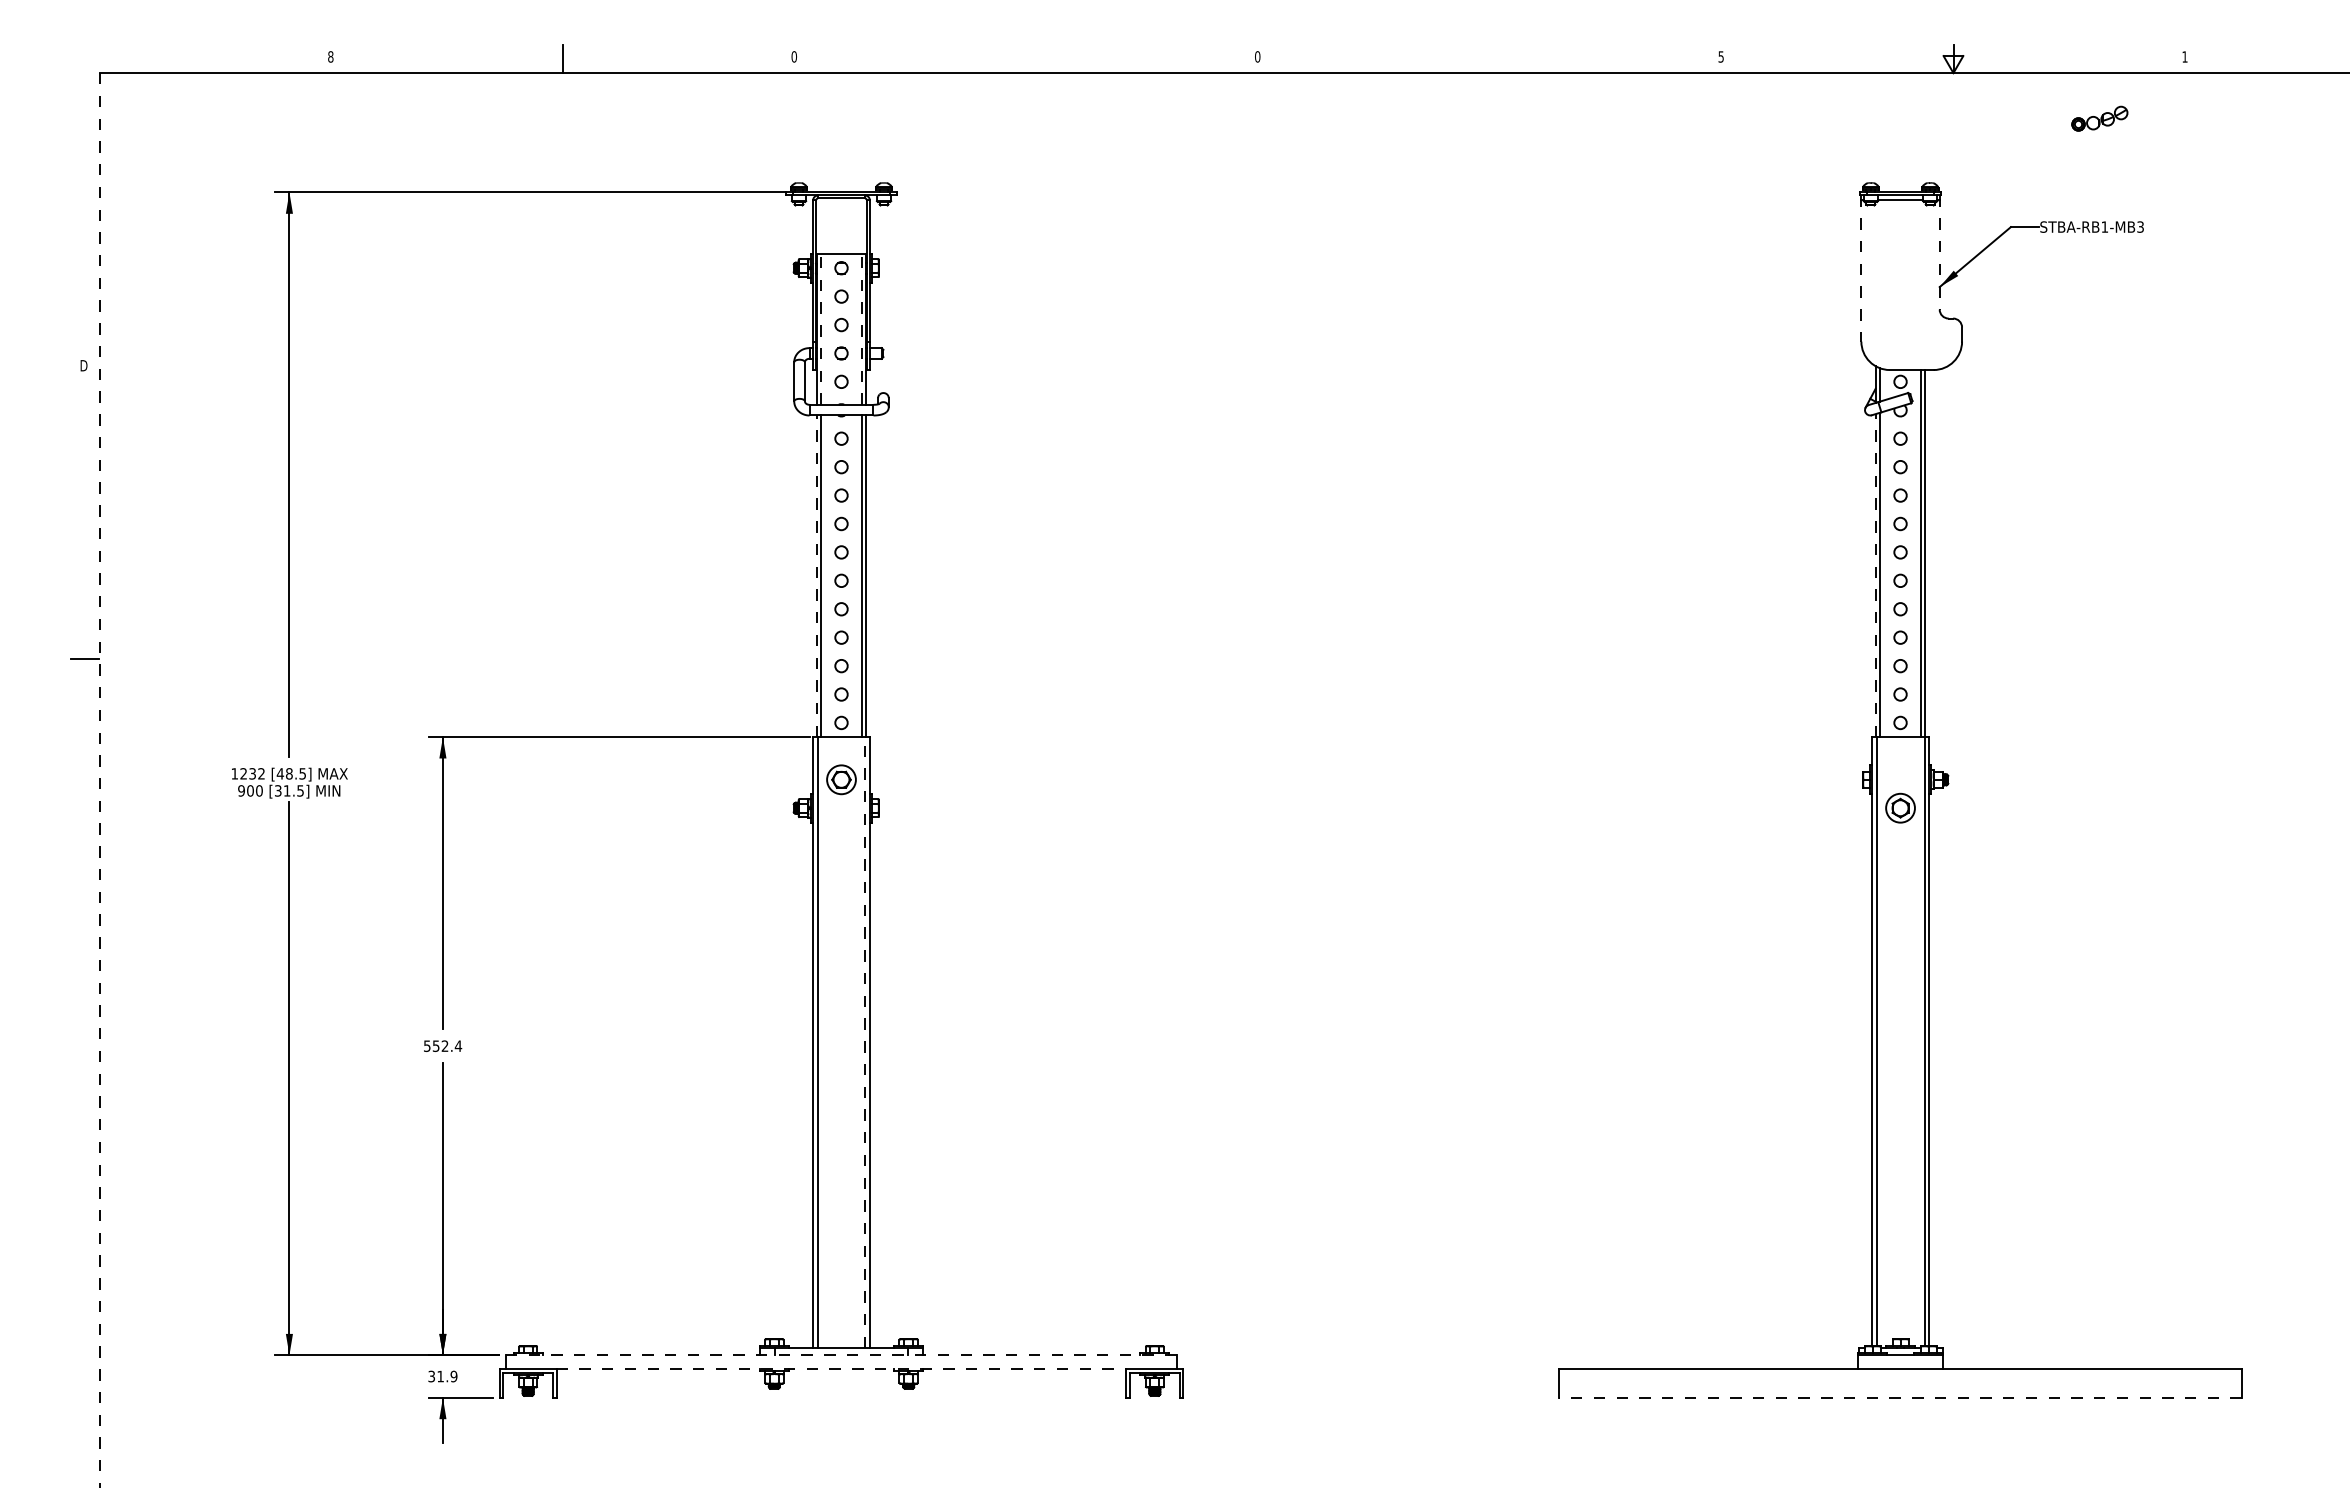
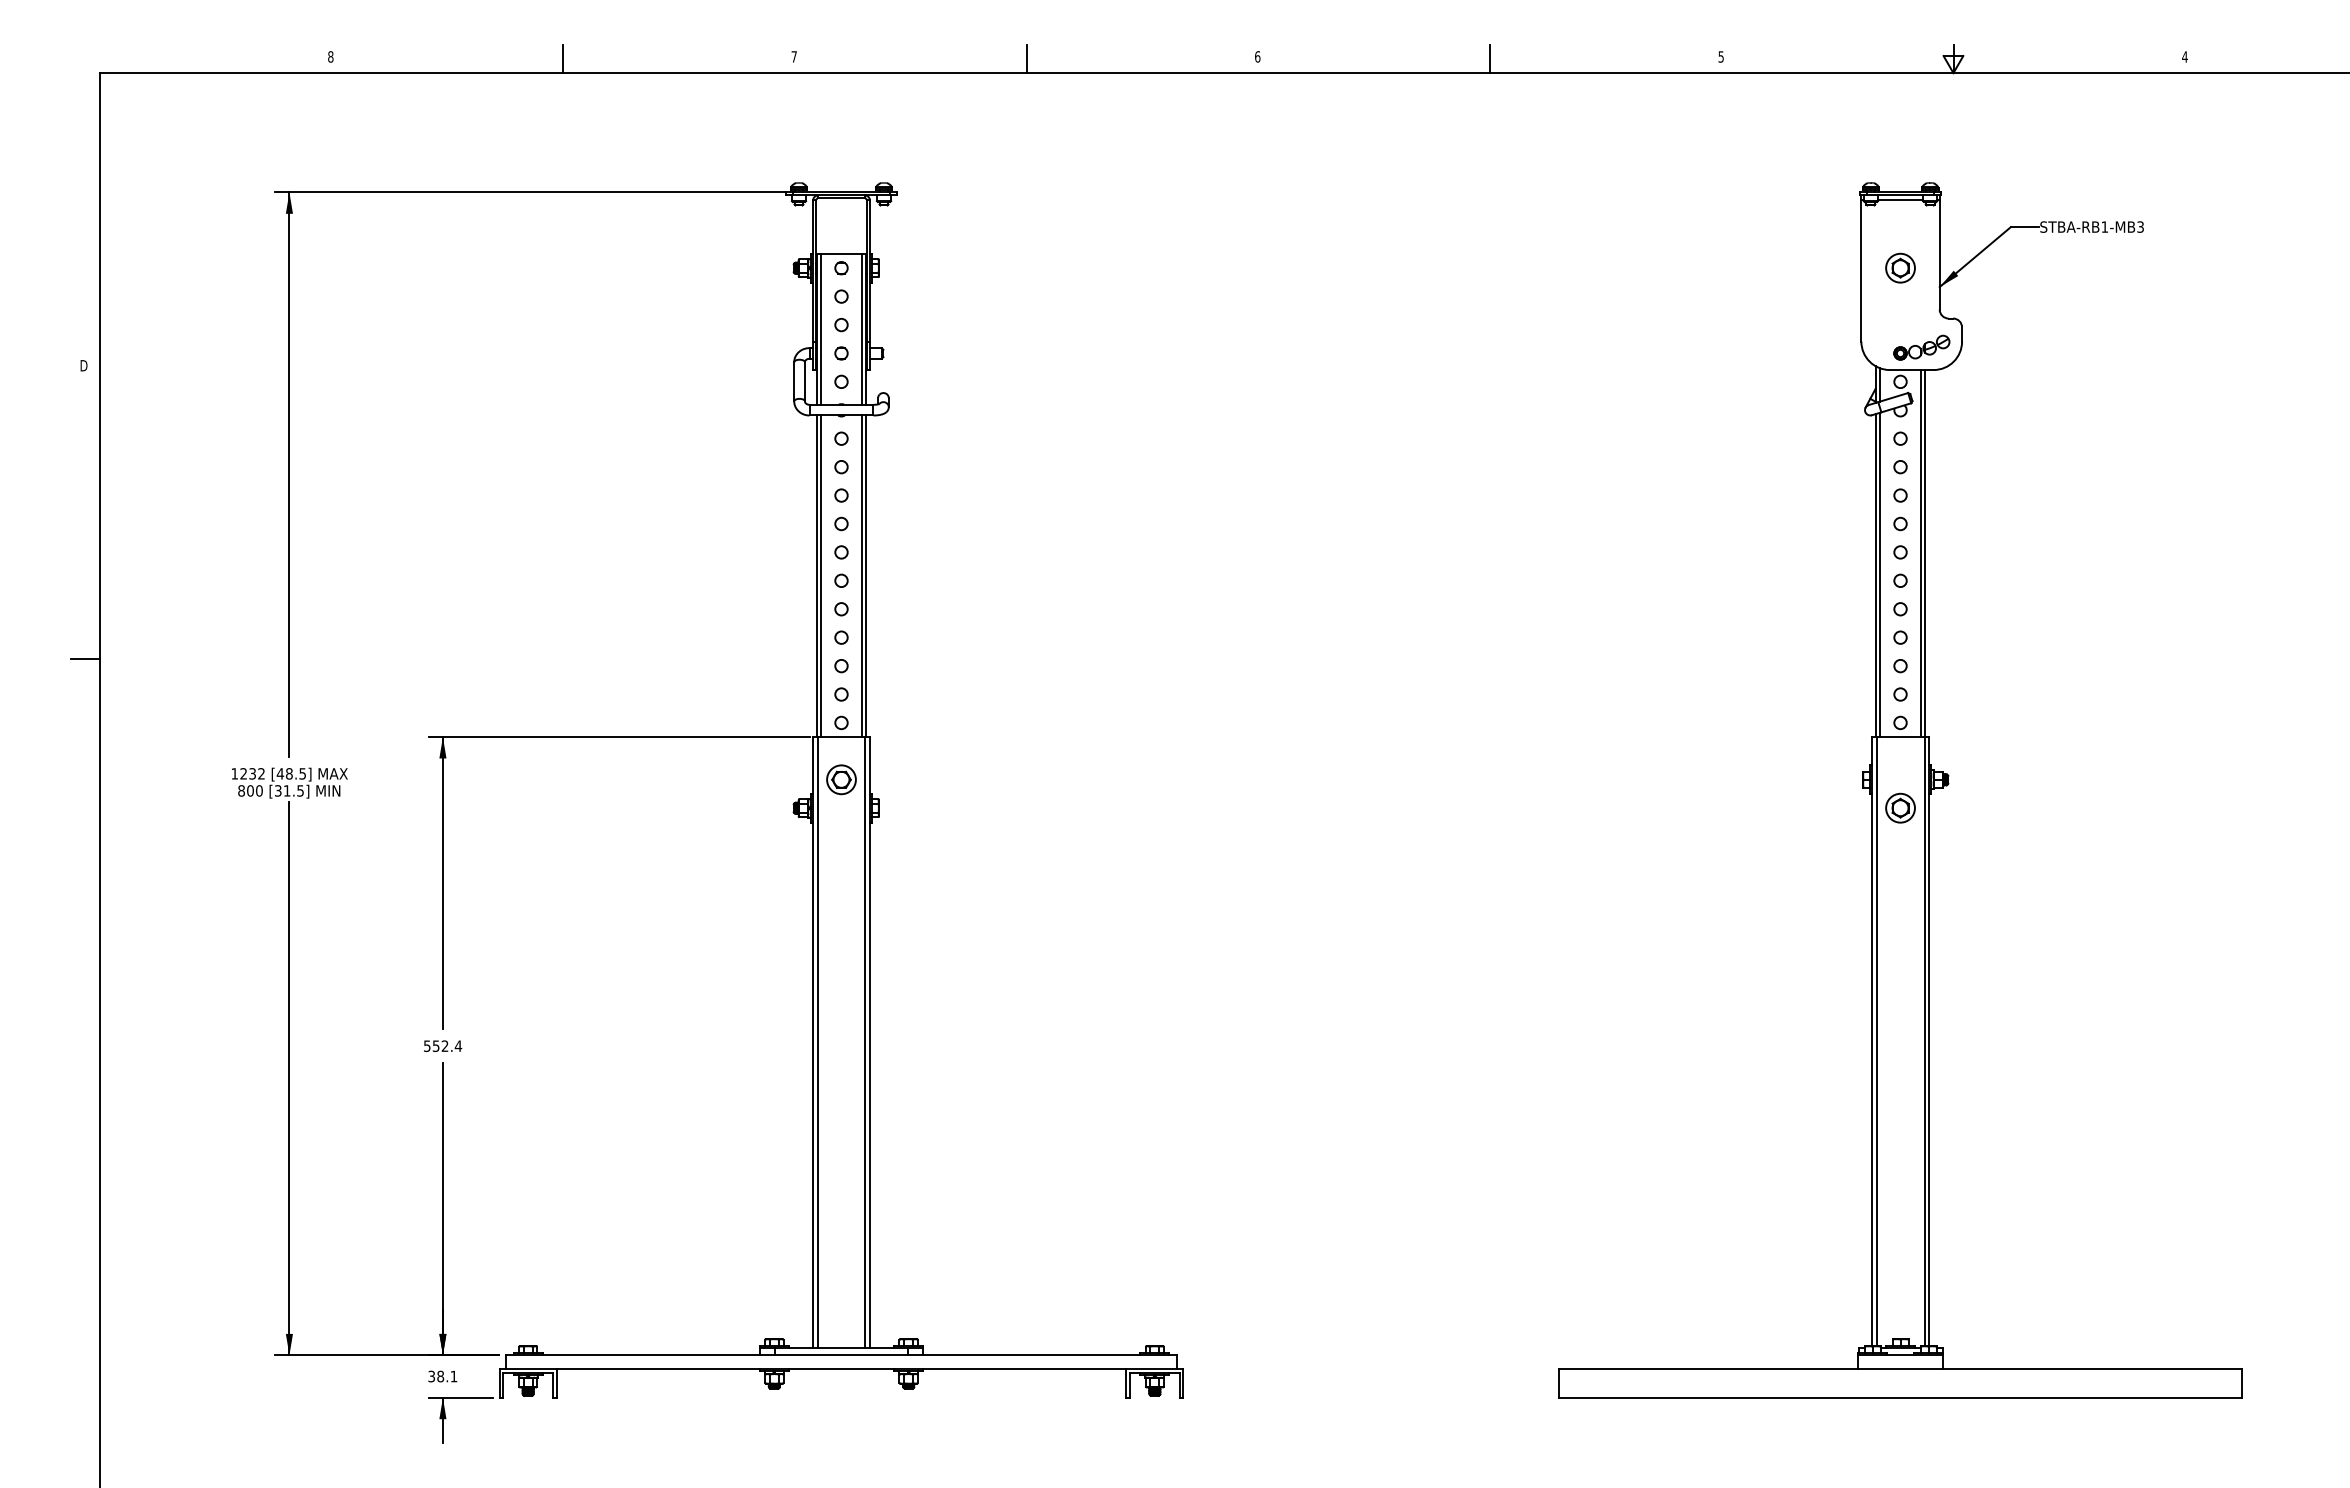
text at (793, 56): 0 -> 7
text at (1257, 56): 0 -> 6
text at (2184, 56): 1 -> 4
line at (1026, 58): none -> present
line at (1490, 58): none -> present
part at (2099, 118) position: (2099, 118) -> (1921, 347)
line at (1939, 253): dashed -> solid
part at (1900, 267): none -> present
line at (1861, 269): dashed -> solid
line at (821, 328): dashed -> solid
line at (861, 328): dashed -> solid
line at (1875, 575): dashed -> solid
line at (816, 576): dashed -> solid
line at (99, 781): dashed -> solid
text at (241, 790): 900 -> 800
line at (865, 1042): dashed -> solid
line at (841, 1355): dashed -> solid
line at (841, 1369): dashed -> solid
text at (447, 1376): 31.9 -> 38.1
line at (1900, 1397): dashed -> solid
